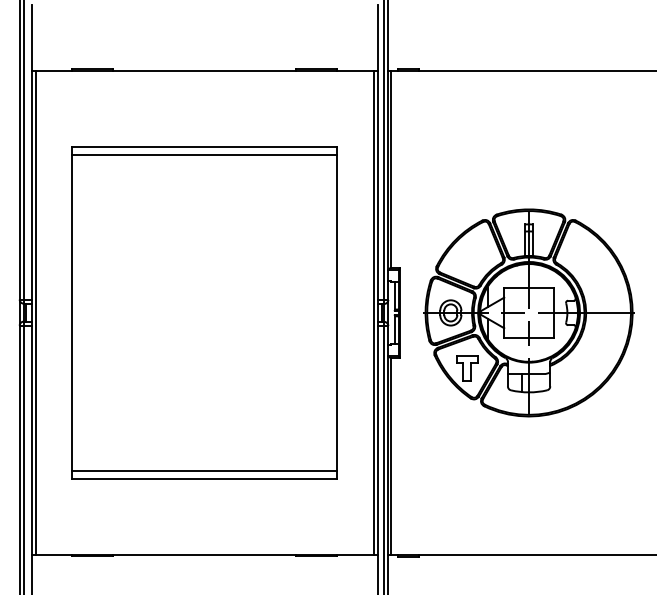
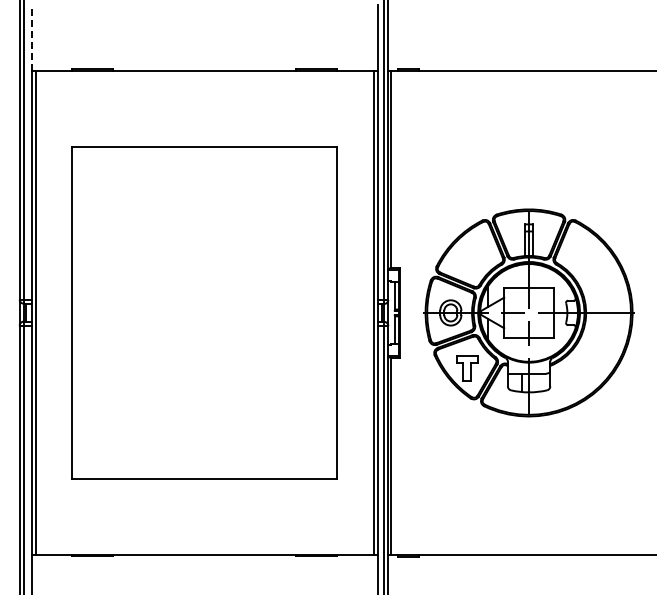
line at (31, 37): solid -> dashed
line at (204, 154): present -> none
line at (204, 470): present -> none
